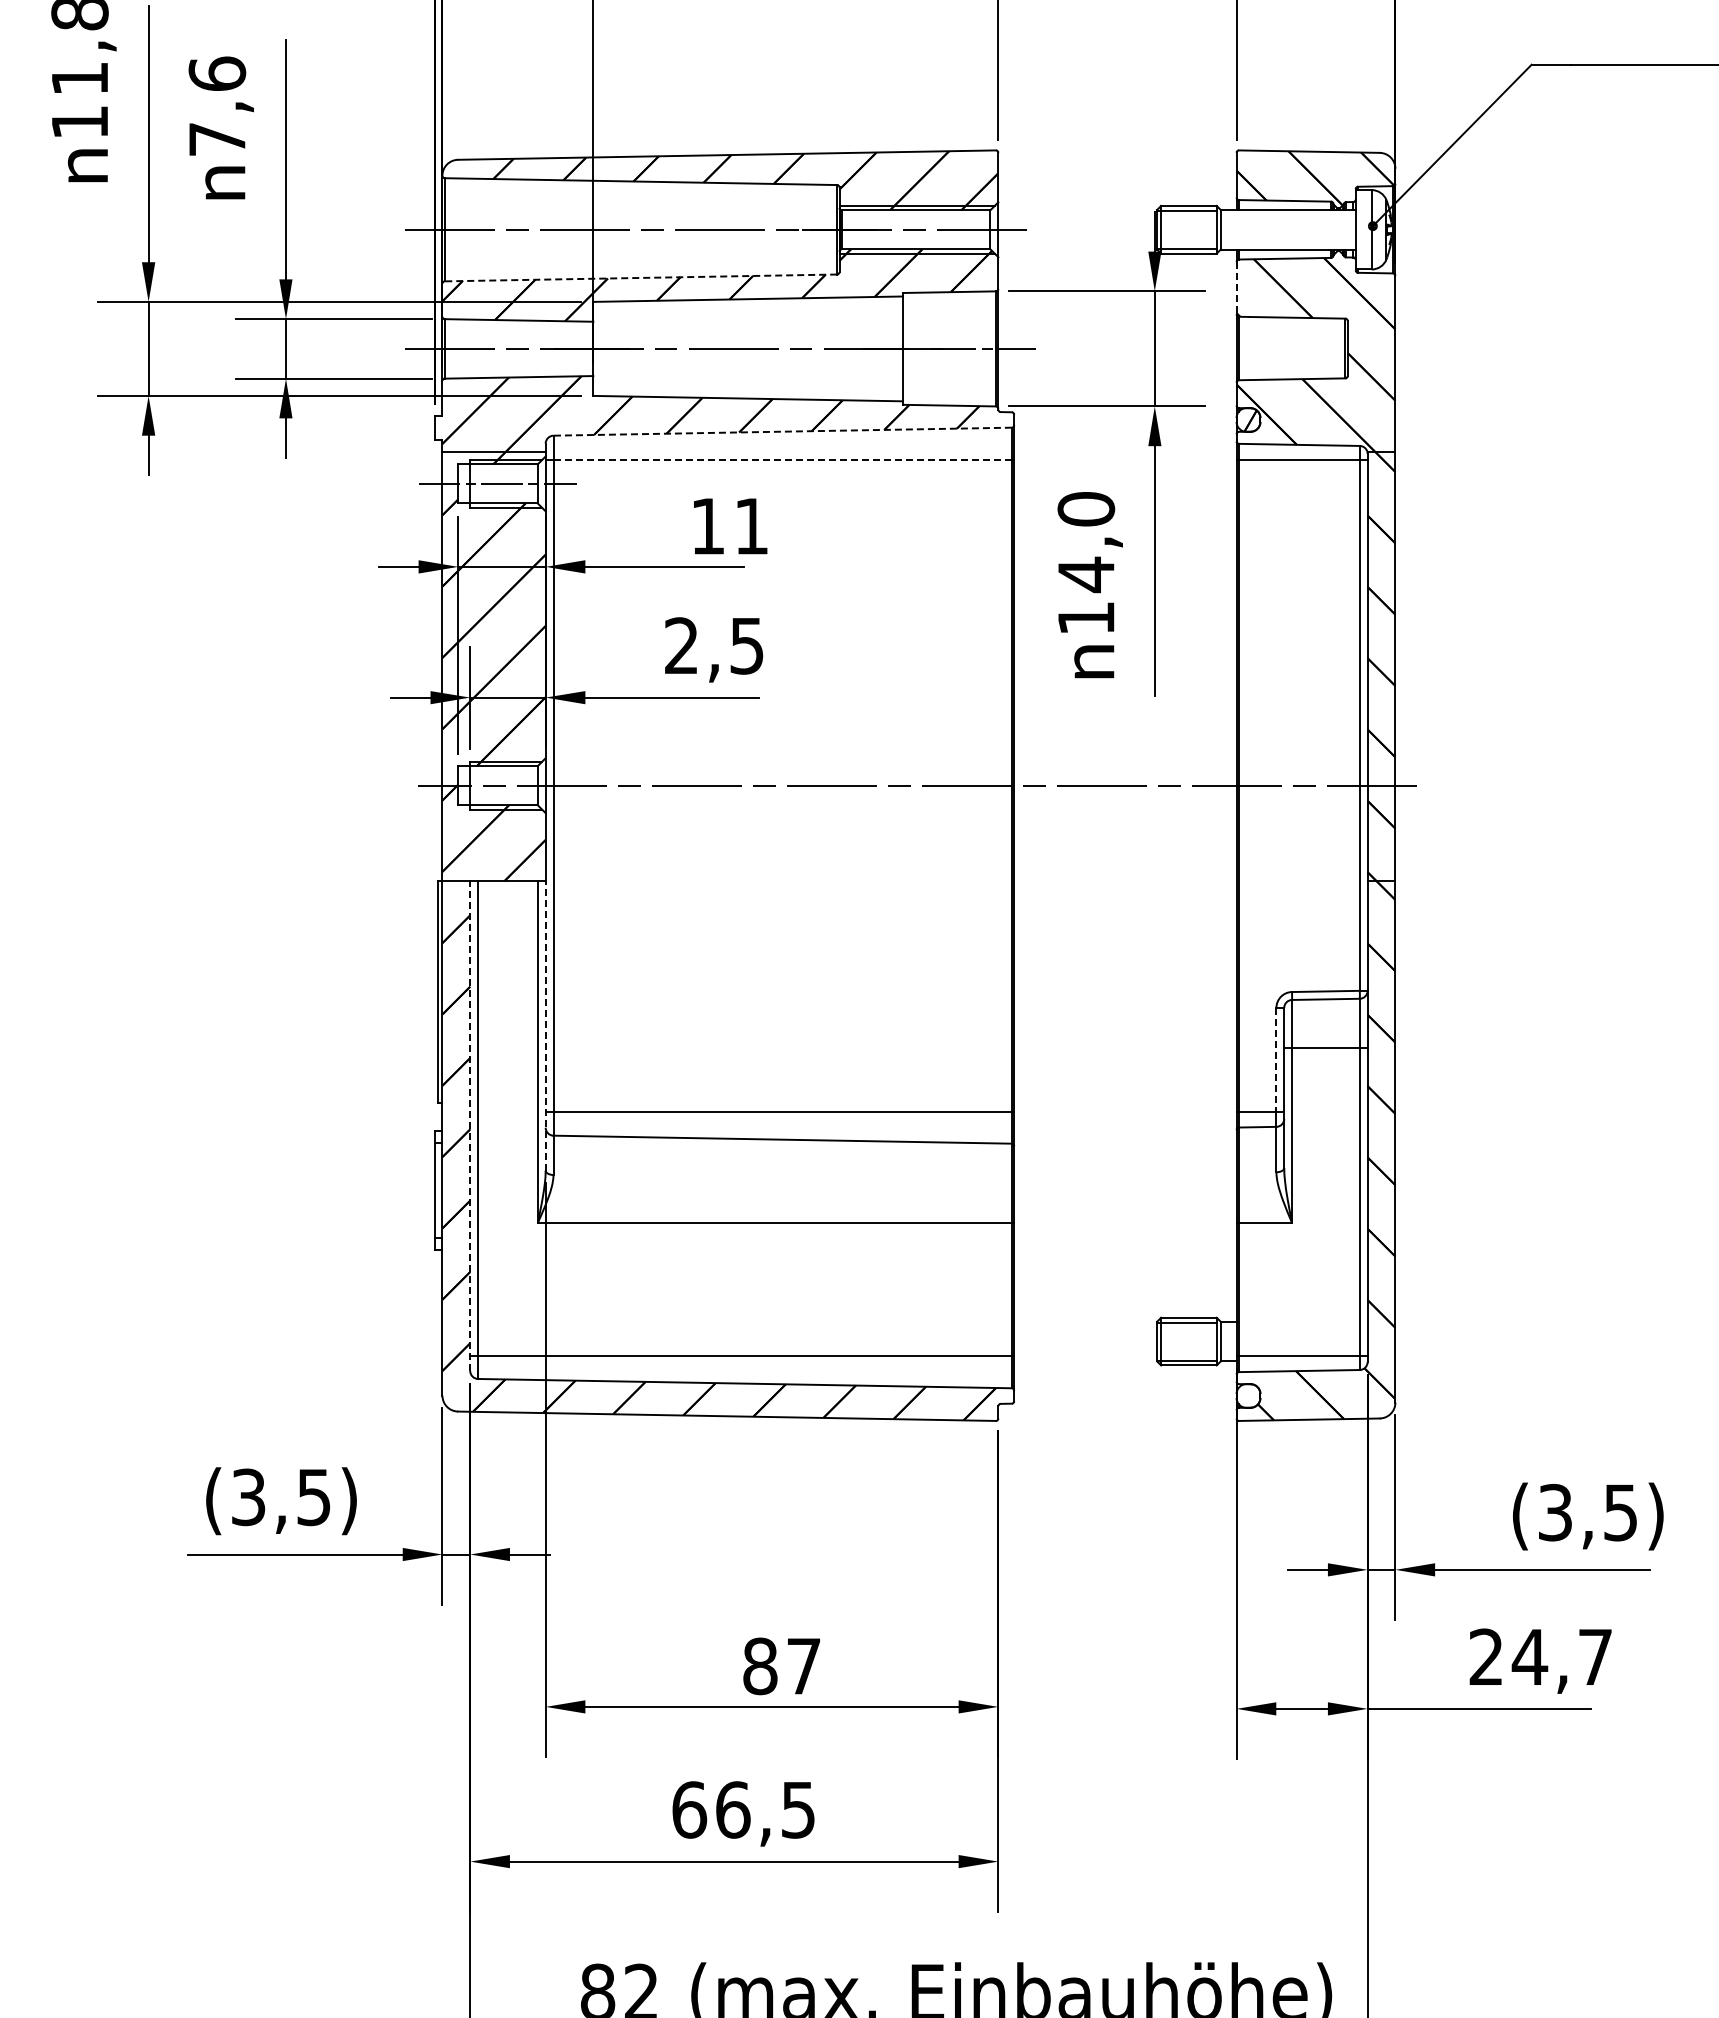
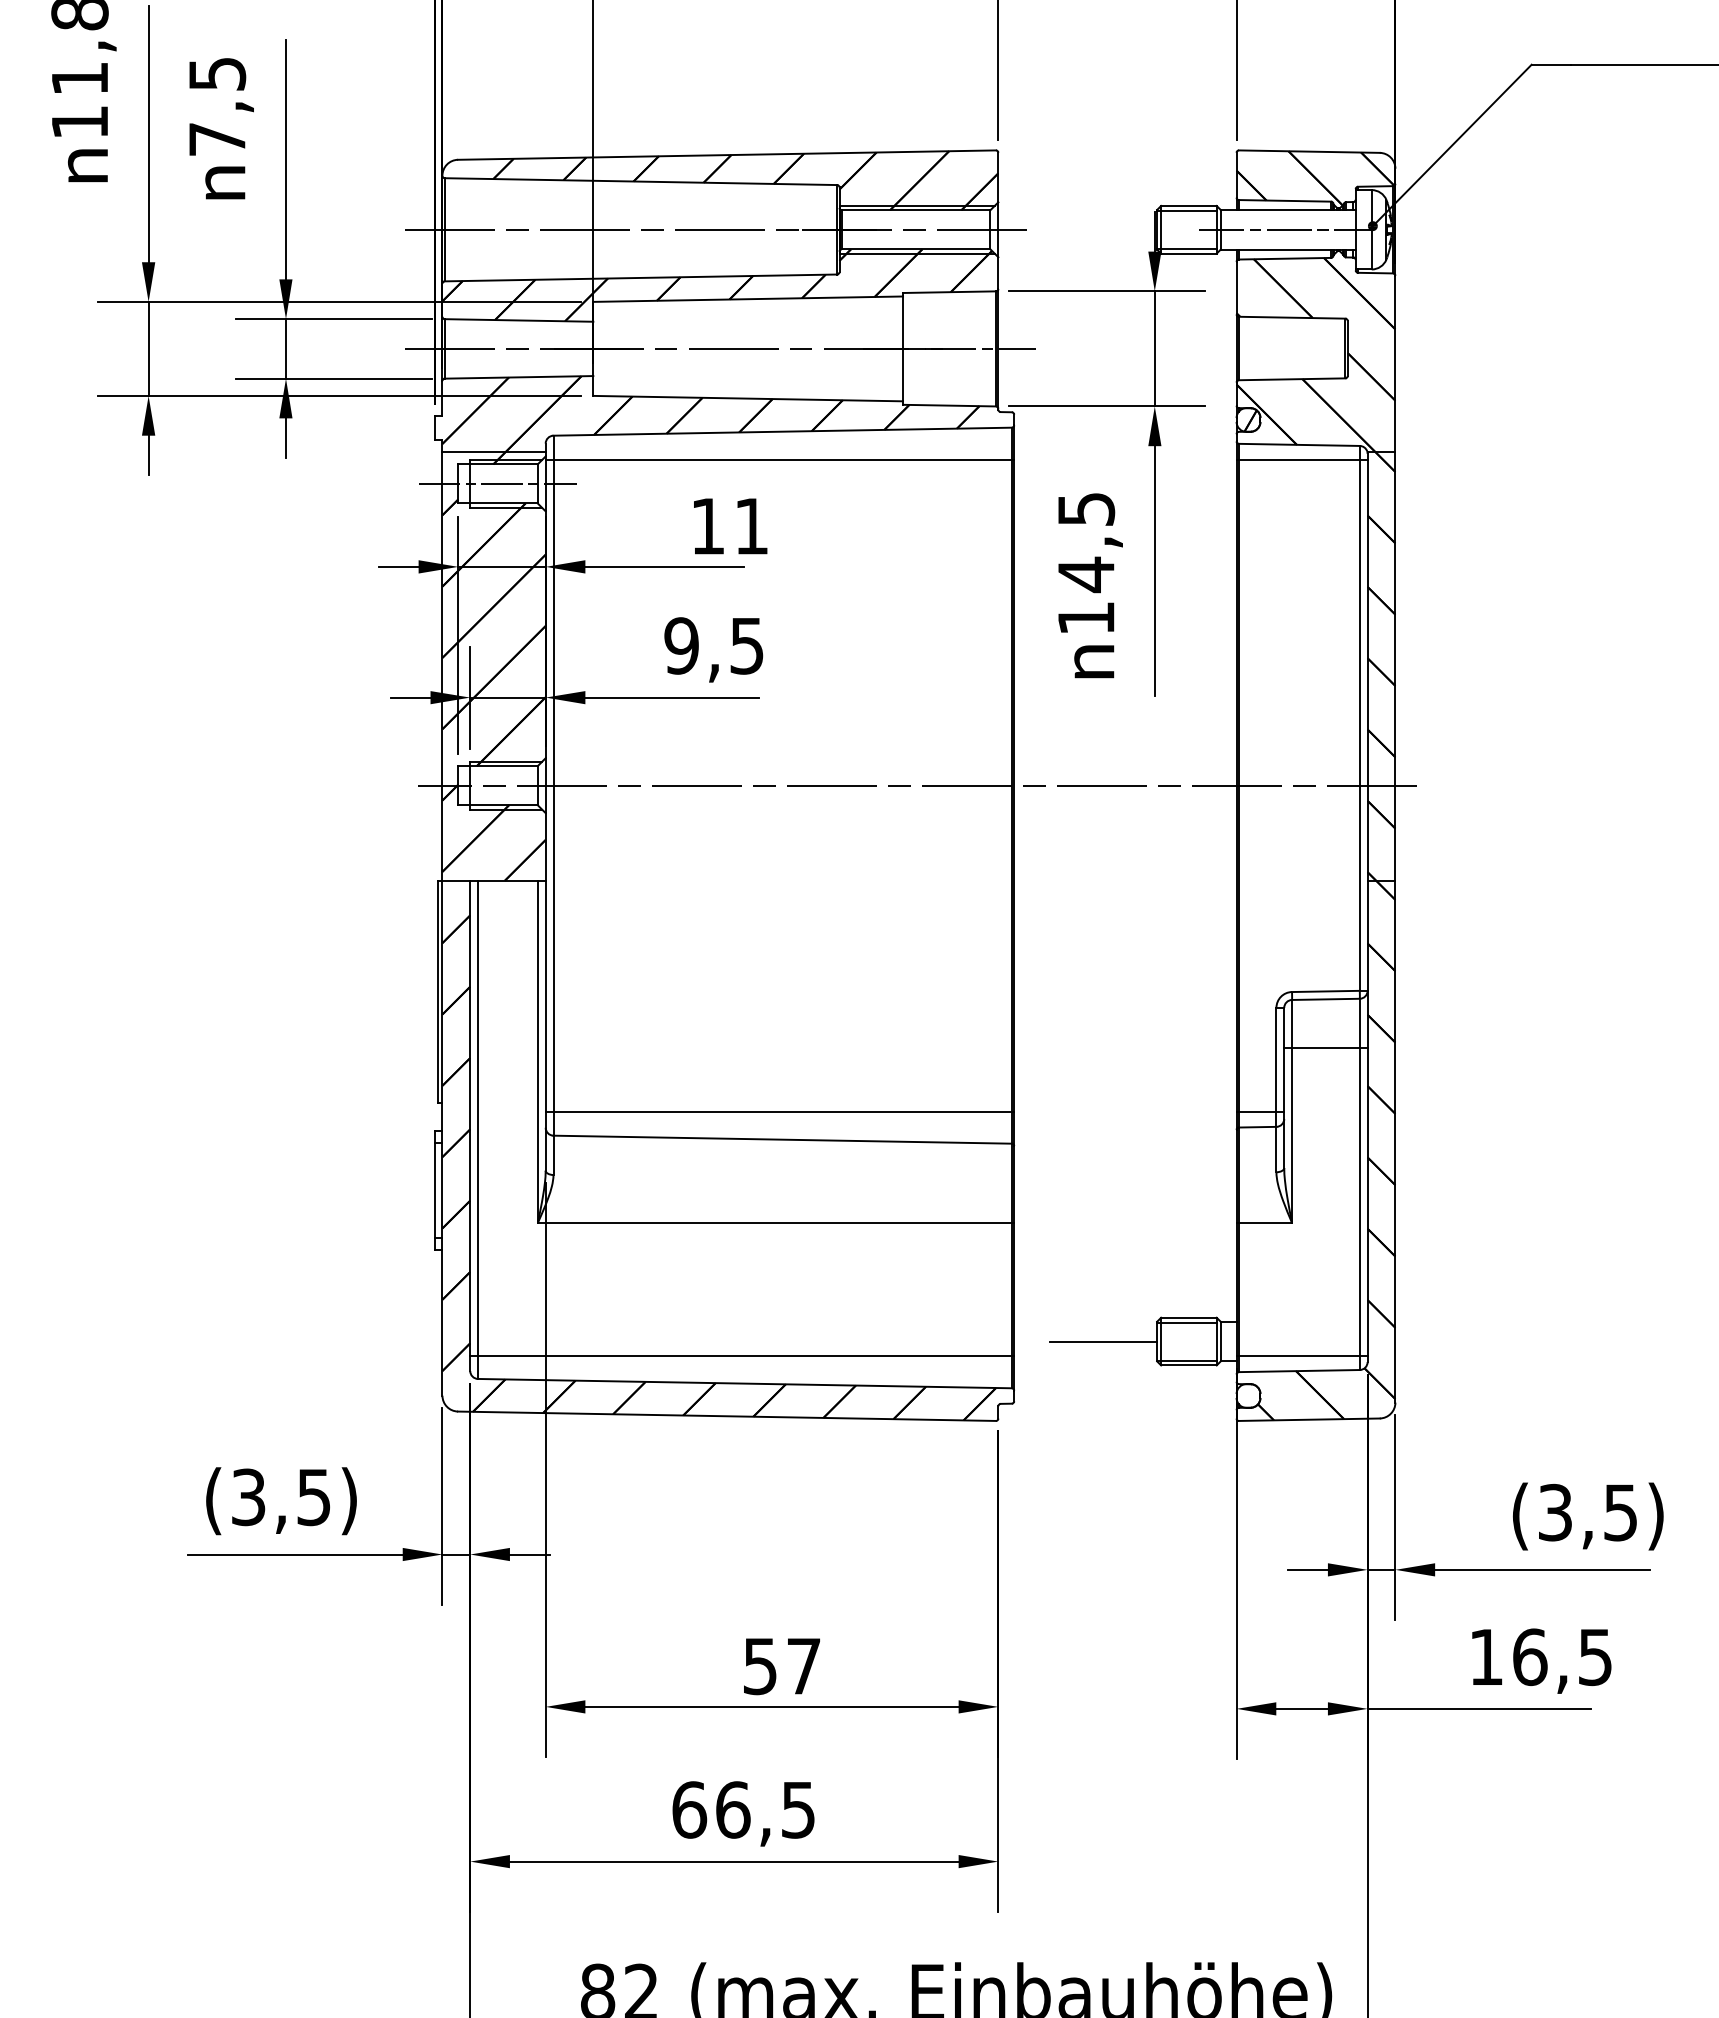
text at (217, 73): 7,6 -> 7,5
line at (1284, 229): none -> present
line at (640, 277): dashed -> solid
line at (1236, 288): dashed -> solid
line at (782, 431): dashed -> solid
line at (783, 459): dashed -> solid
text at (1086, 509): 14,0 -> 14,5
text at (681, 645): 2,5 -> 9,5
line at (545, 1025): dashed -> solid
line at (1276, 1059): dashed -> solid
line at (470, 1125): dashed -> solid
line at (1103, 1341): none -> present
text at (1540, 1657): 24,7 -> 16,5
text at (760, 1666): 87 -> 57
